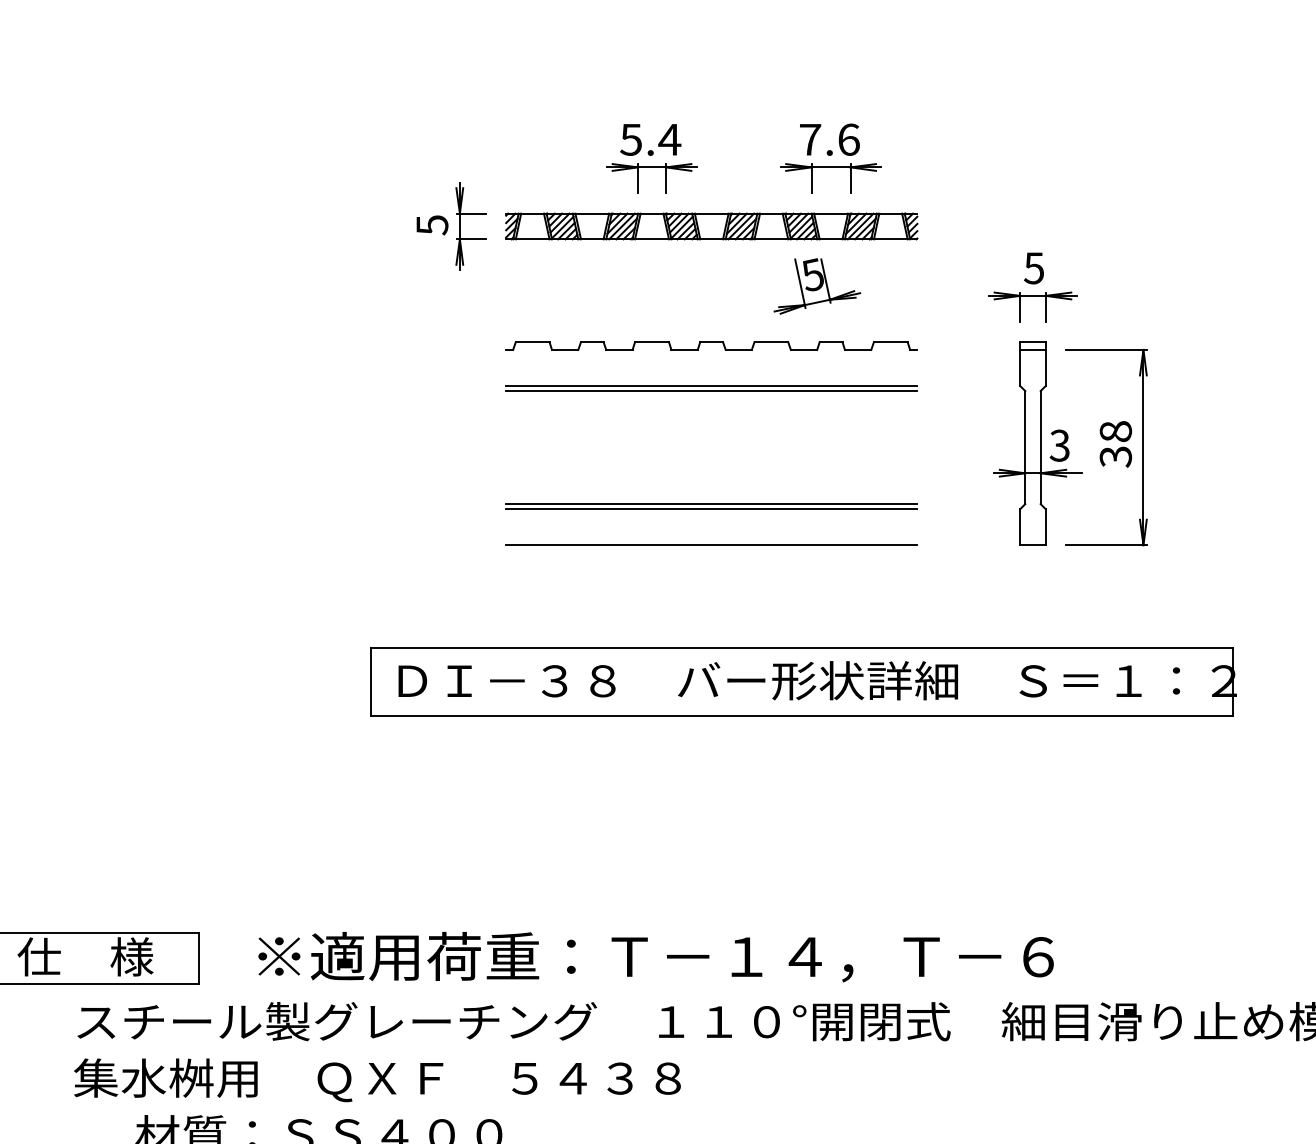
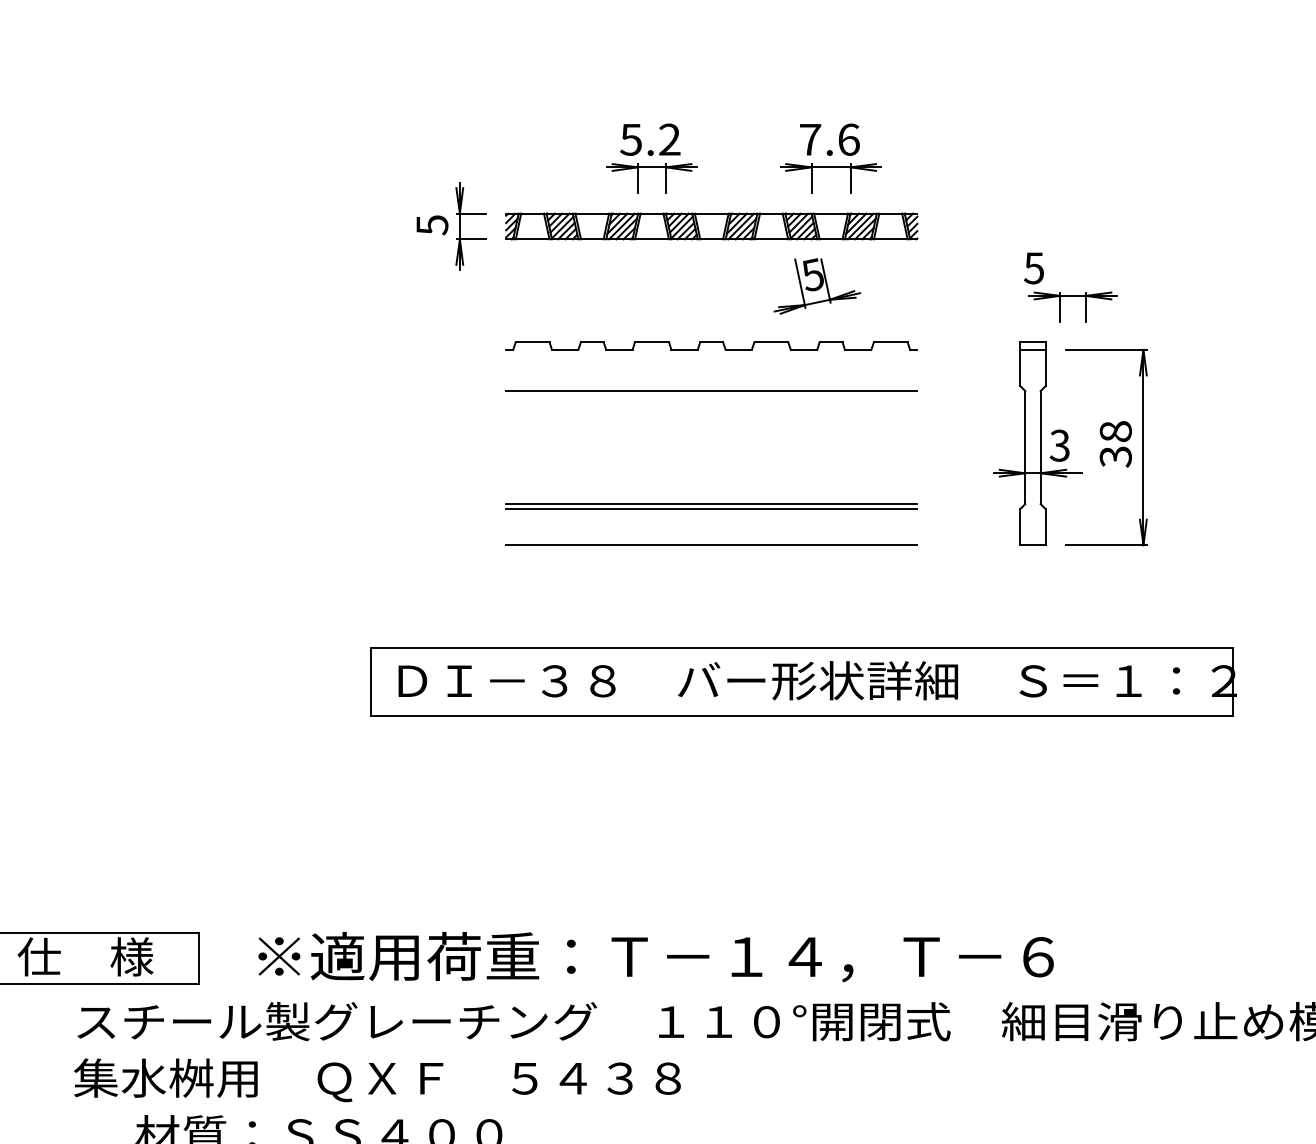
text at (669, 139): 5.4 -> 5.2
part at (1032, 296) position: (1032, 296) -> (1072, 296)
line at (711, 385): present -> none
